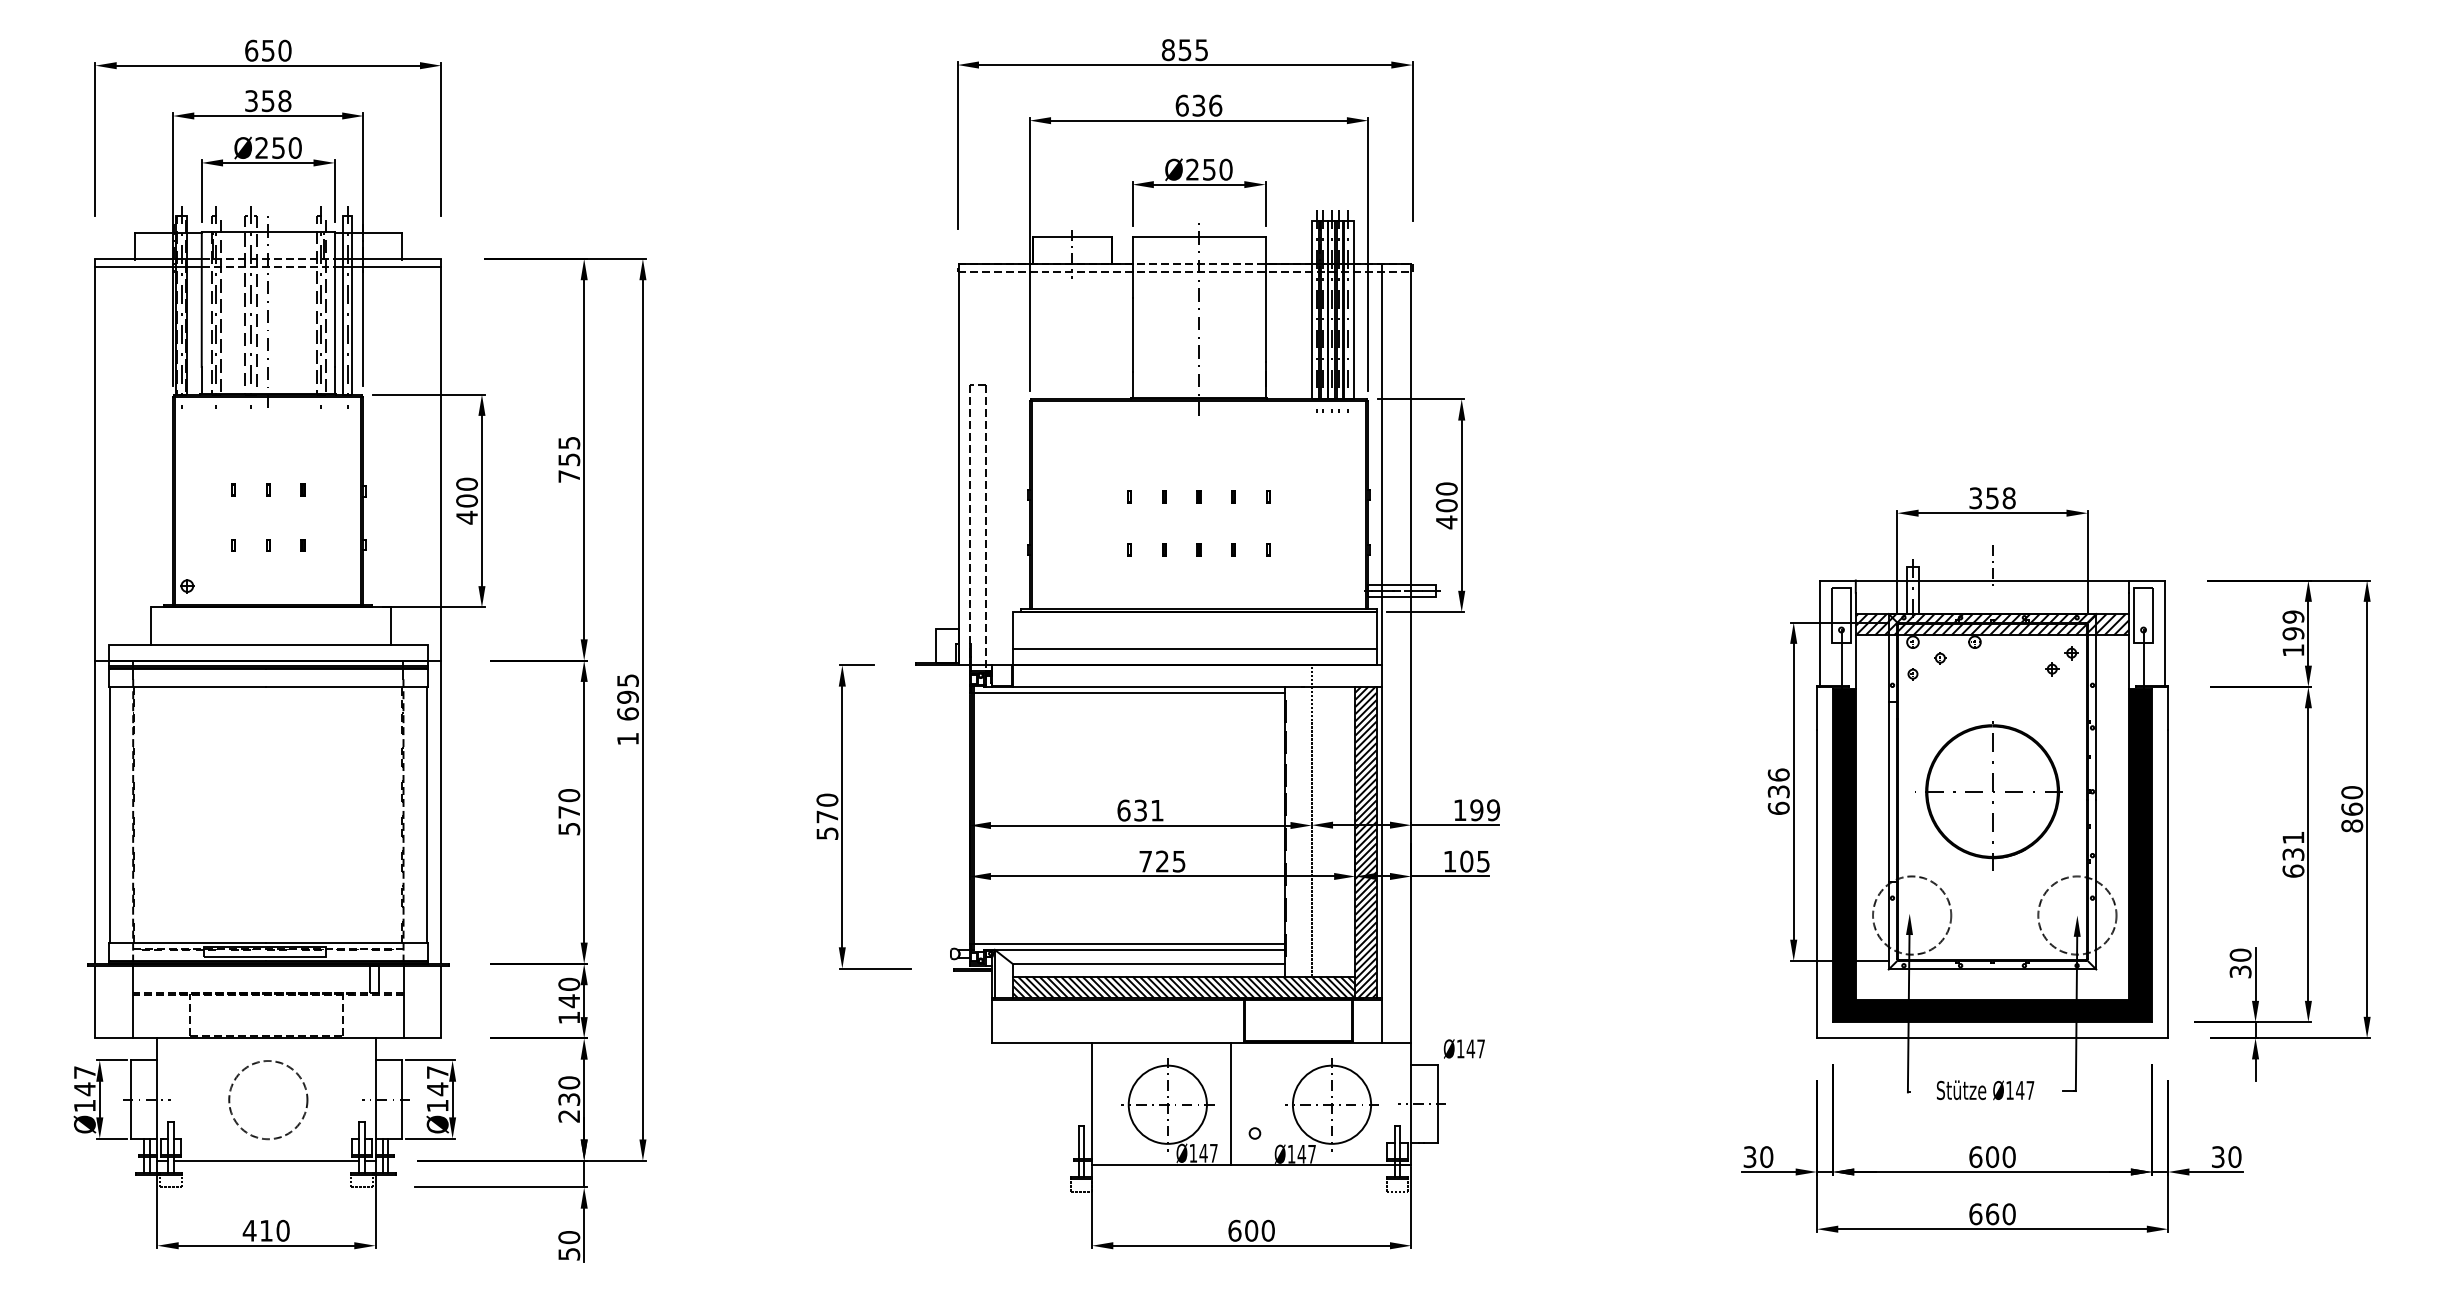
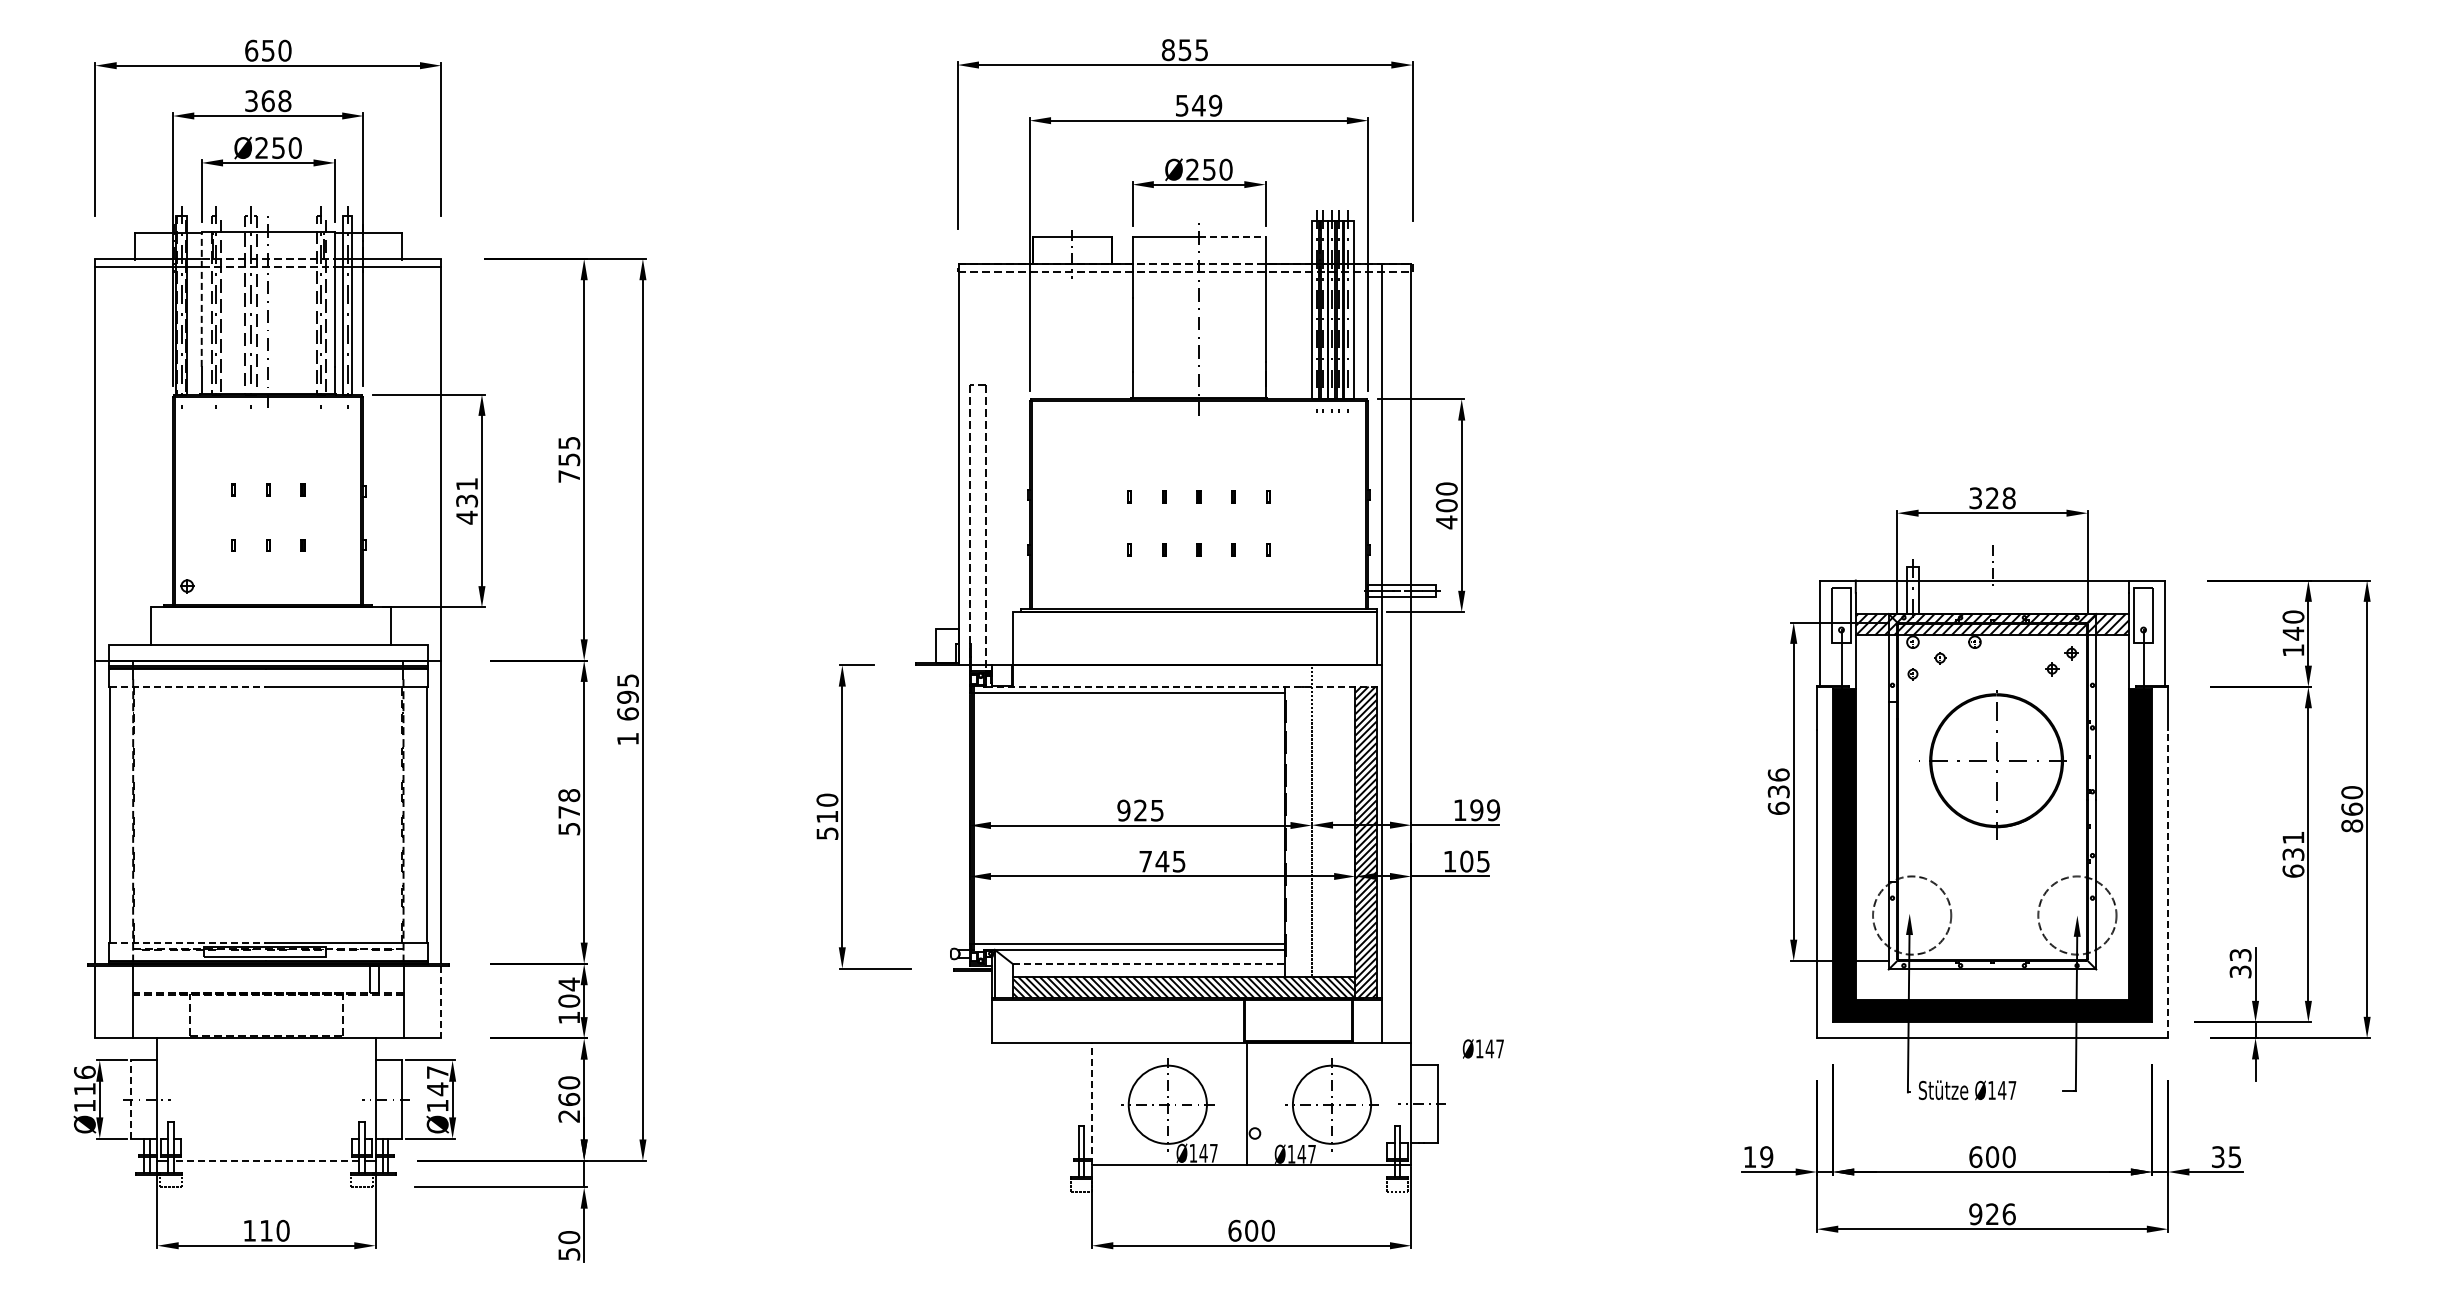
text at (267, 101): 358 -> 368
text at (1198, 105): 636 -> 549
line at (1232, 236): solid -> dashed
line at (201, 299): solid -> dashed
text at (467, 492): 400 -> 431
text at (1992, 498): 358 -> 328
text at (2293, 625): 199 -> 140
line at (1194, 649): present -> none
line at (1184, 686): solid -> dashed
line at (188, 687): solid -> dashed
text at (568, 795): 570 -> 578
part at (1988, 795) position: (1988, 795) -> (1992, 764)
text at (1140, 810): 631 -> 925
text at (826, 816): 570 -> 510
text at (1162, 861): 725 -> 745
line at (2168, 883): solid -> dashed
line at (188, 942): solid -> dashed
text at (2240, 954): 30 -> 33
line at (1148, 964): solid -> dashed
text at (569, 992): 140 -> 104
line at (441, 1002): solid -> dashed
text at (1463, 1048) position: (1463, 1048) -> (1482, 1048)
text at (84, 1080): Ø147 -> Ø116
text at (1985, 1090) position: (1985, 1090) -> (1967, 1090)
line at (130, 1099): solid -> dashed
text at (569, 1099): 230 -> 260
circle at (268, 1100): present -> none
line at (1092, 1103): solid -> dashed
line at (1230, 1104) position: (1230, 1104) -> (1246, 1104)
text at (1758, 1157): 30 -> 19
text at (2234, 1157): 30 -> 35
line at (266, 1160): solid -> dashed
text at (1992, 1214): 660 -> 926
text at (249, 1230): 410 -> 110
